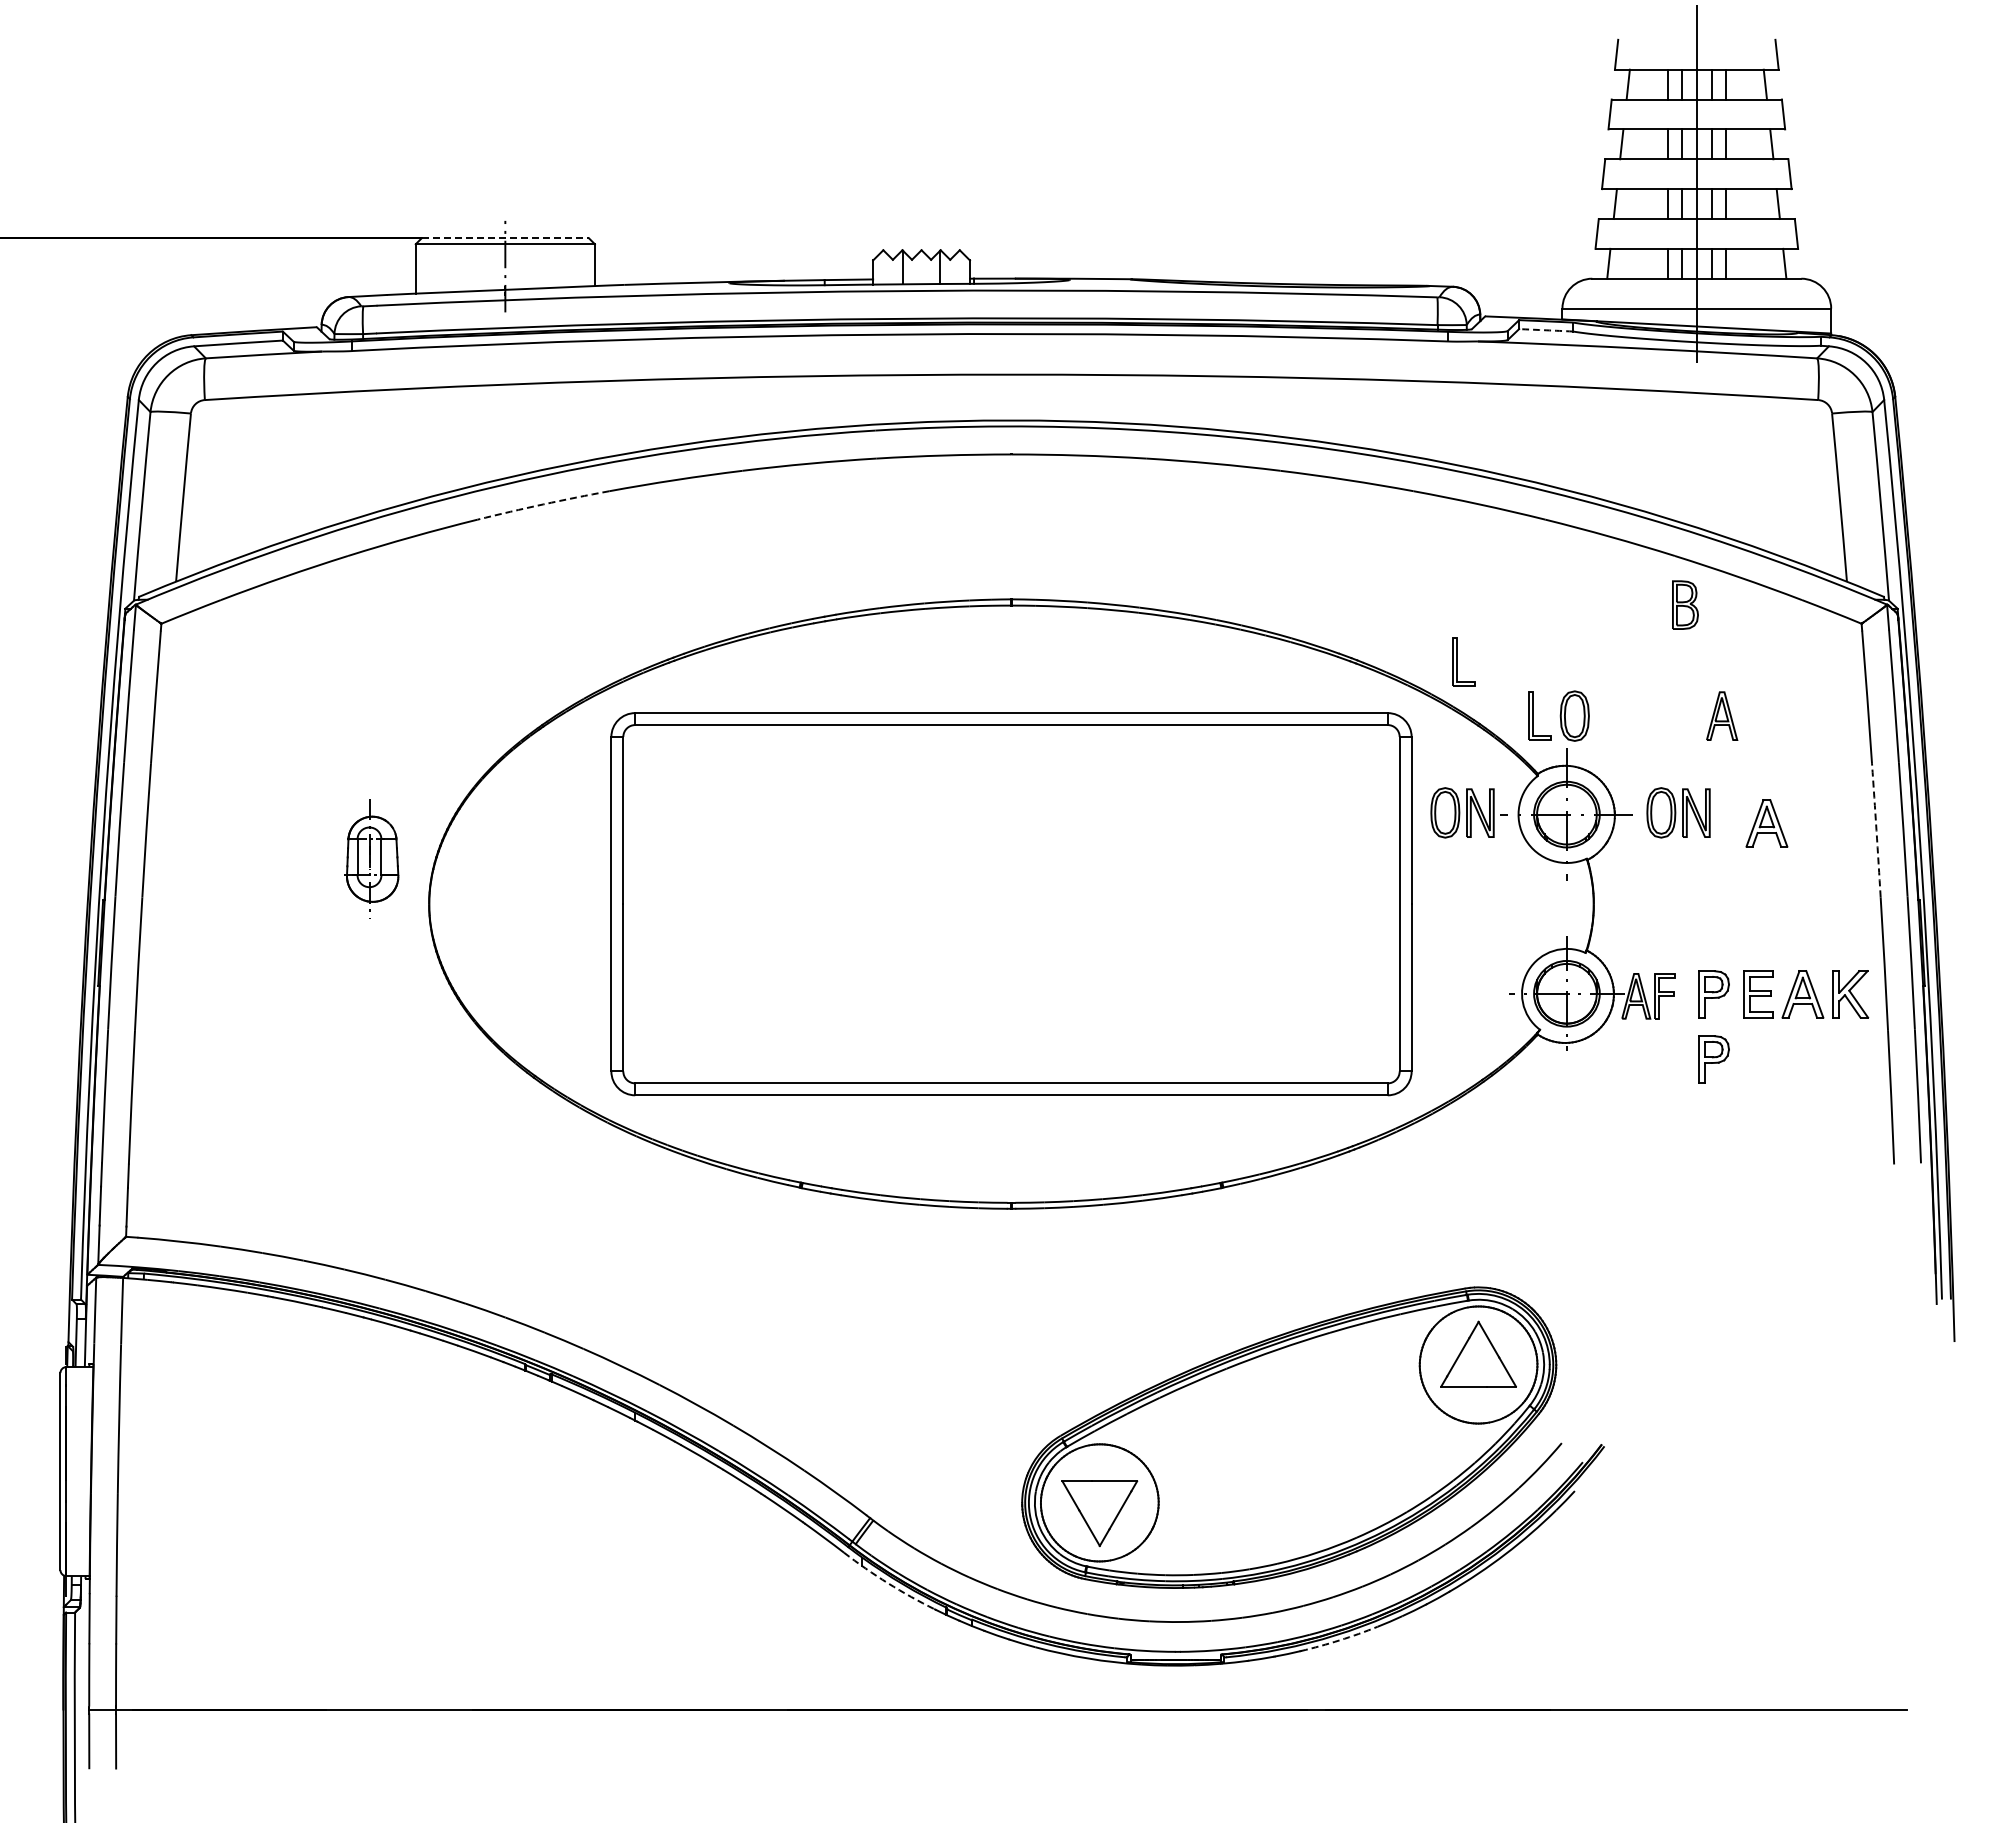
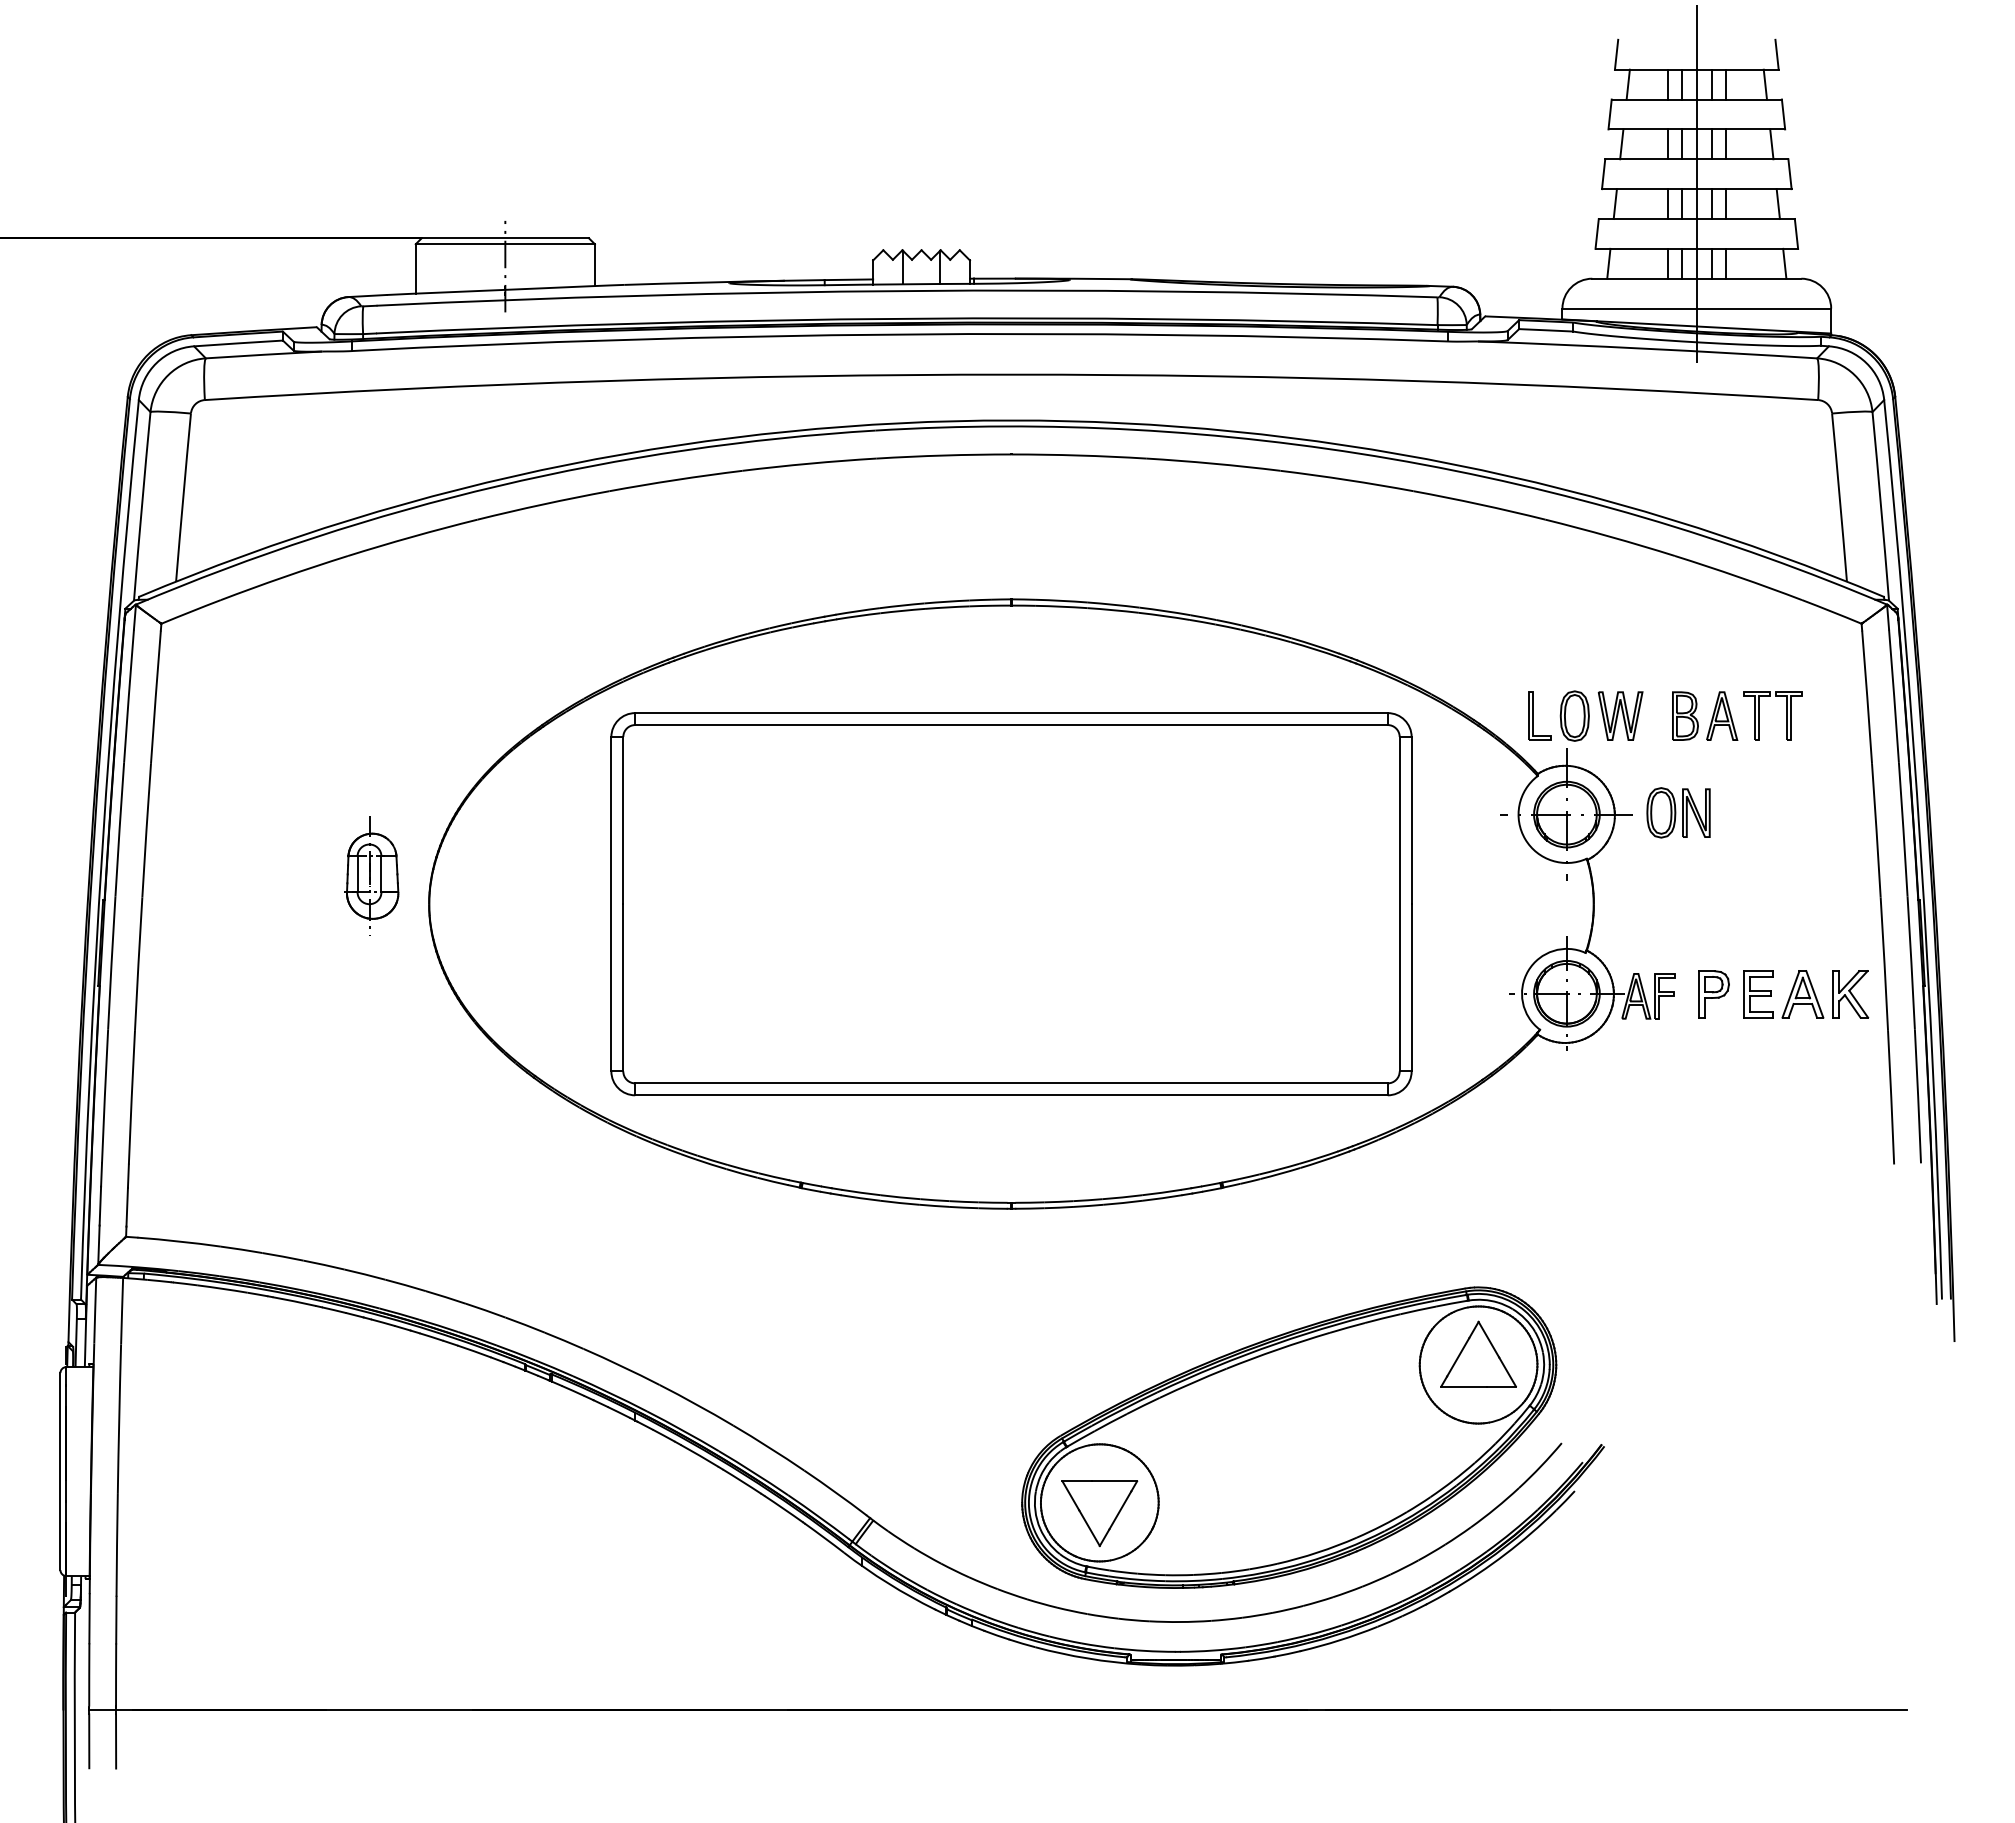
line at (505, 238): dashed -> solid
arc at (1546, 330): dashed -> solid
arc at (543, 504): dashed -> solid
part at (1685, 604) position: (1685, 604) -> (1685, 715)
part at (1463, 661): present -> none
part at (1620, 715): none -> present
part at (1759, 715): none -> present
part at (1462, 812): present -> none
part at (1766, 823): present -> none
arc at (1876, 830): dashed -> solid
part at (371, 858) position: (371, 858) -> (371, 875)
part at (1713, 1059): present -> none
arc at (888, 1583): dashed -> solid
arc at (1339, 1640): dashed -> solid
